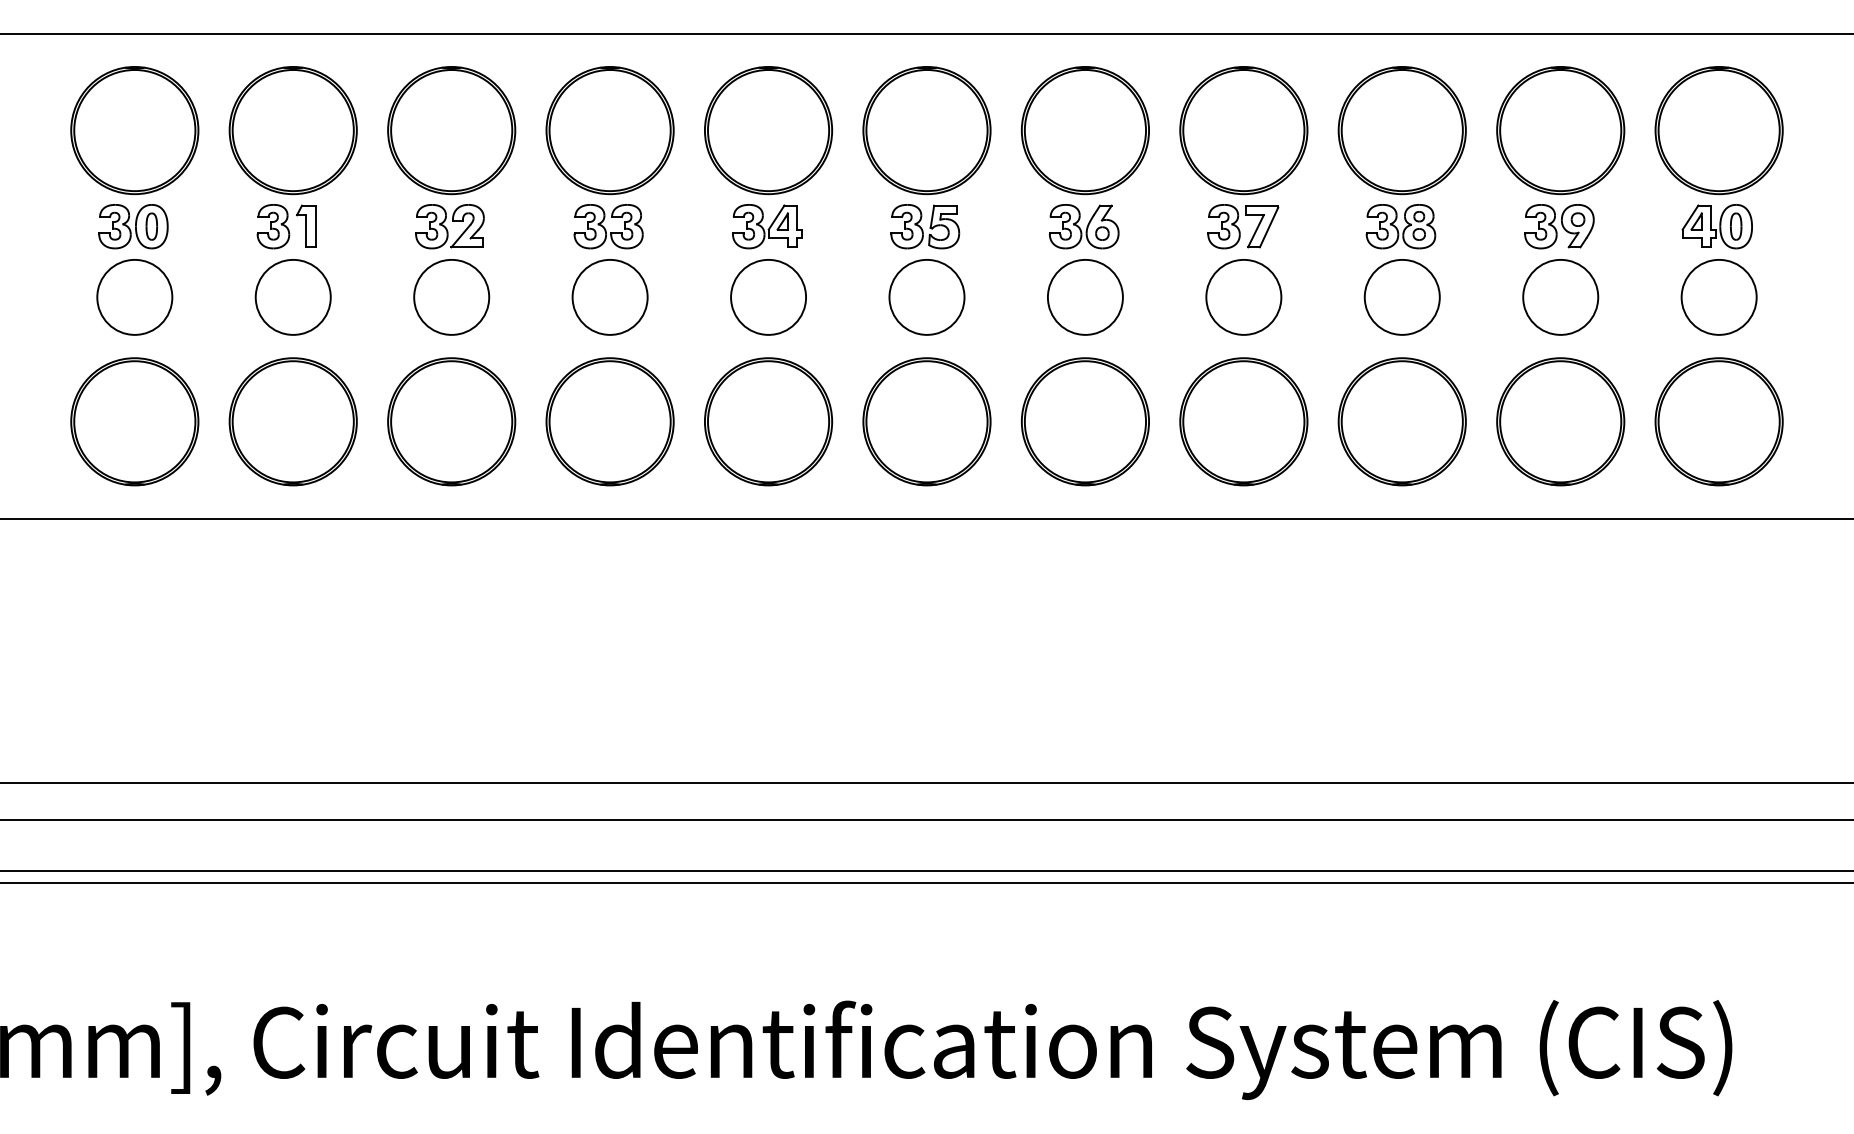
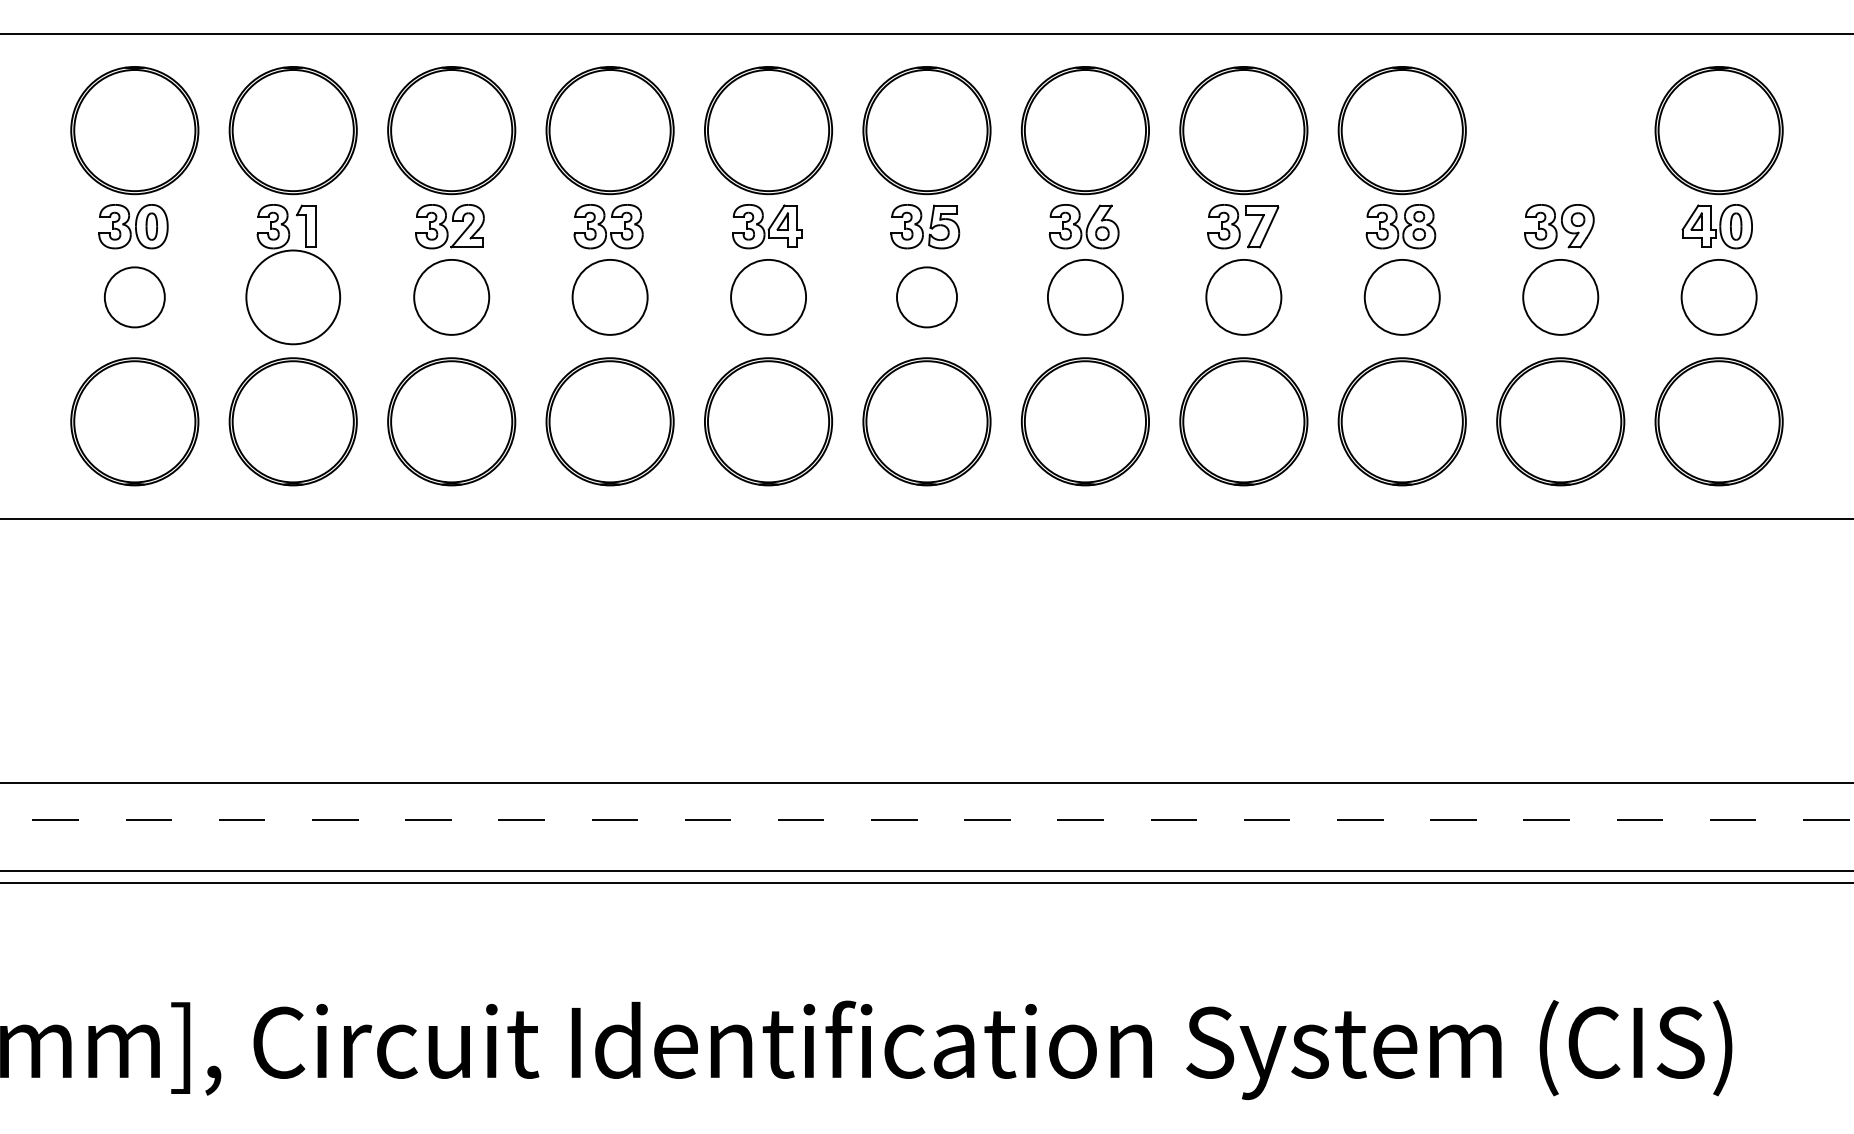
part at (1560, 130): present -> none
circle at (134, 296) diameter: 75 px -> 60 px
circle at (292, 296) diameter: 75 px -> 94 px
circle at (926, 296) diameter: 75 px -> 60 px
line at (926, 819): solid -> dashed
